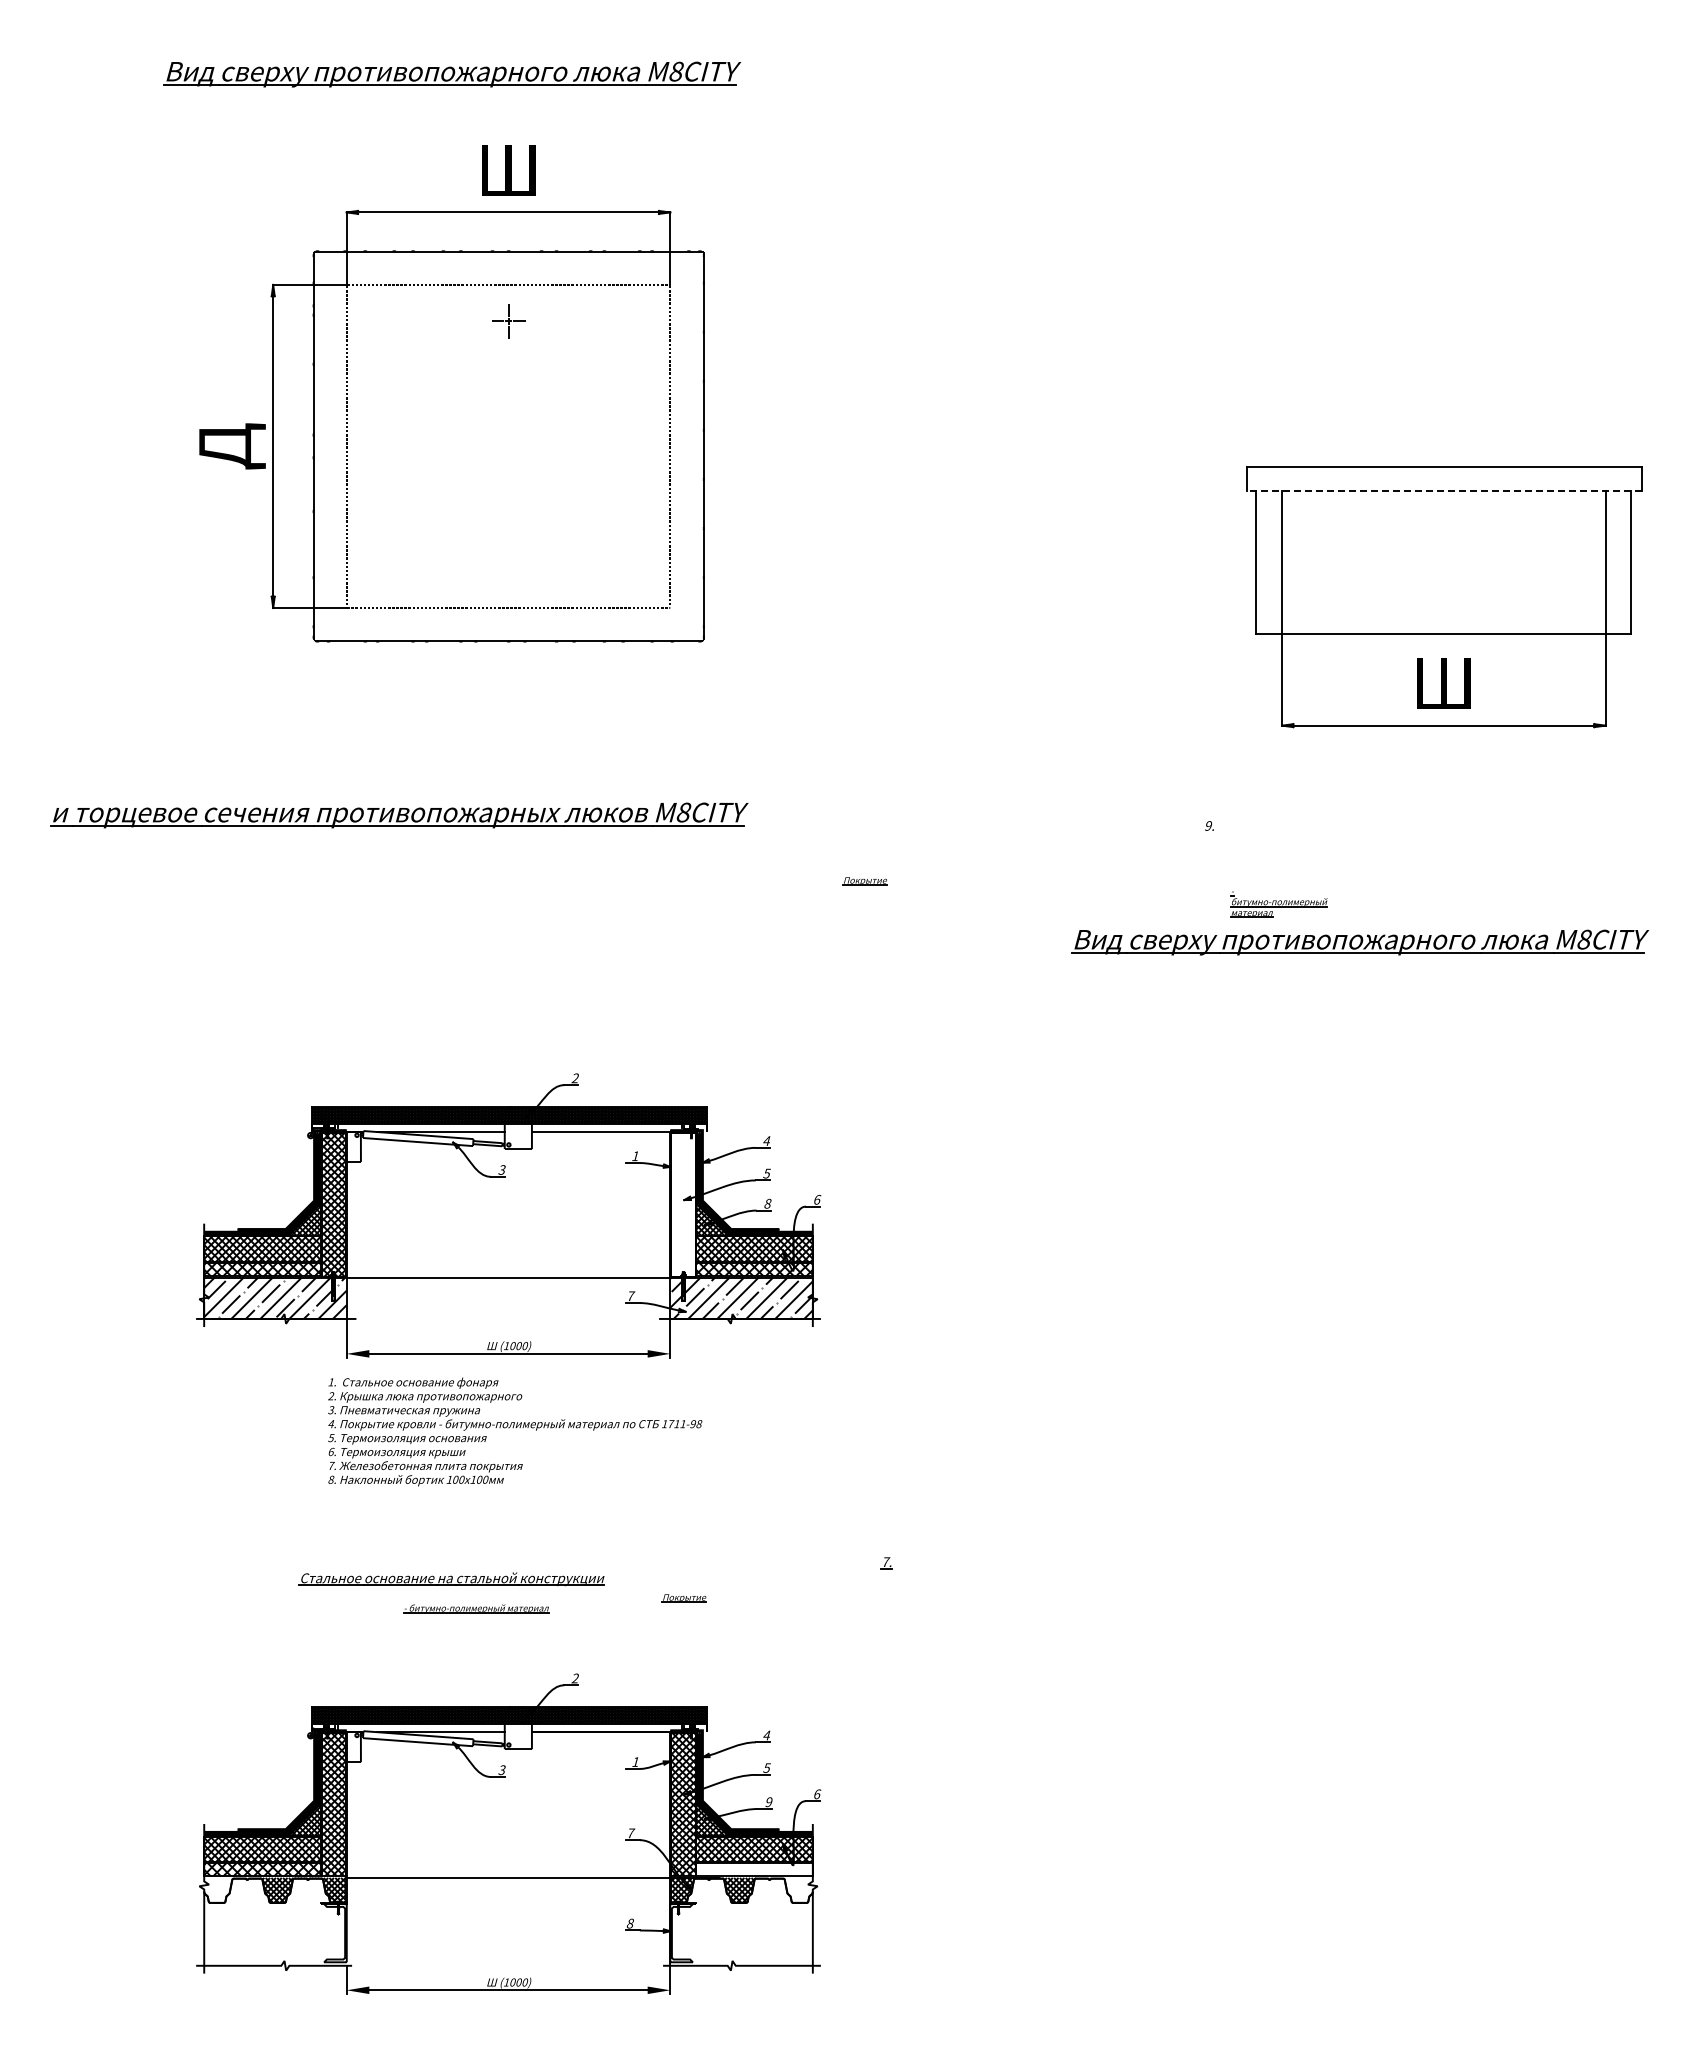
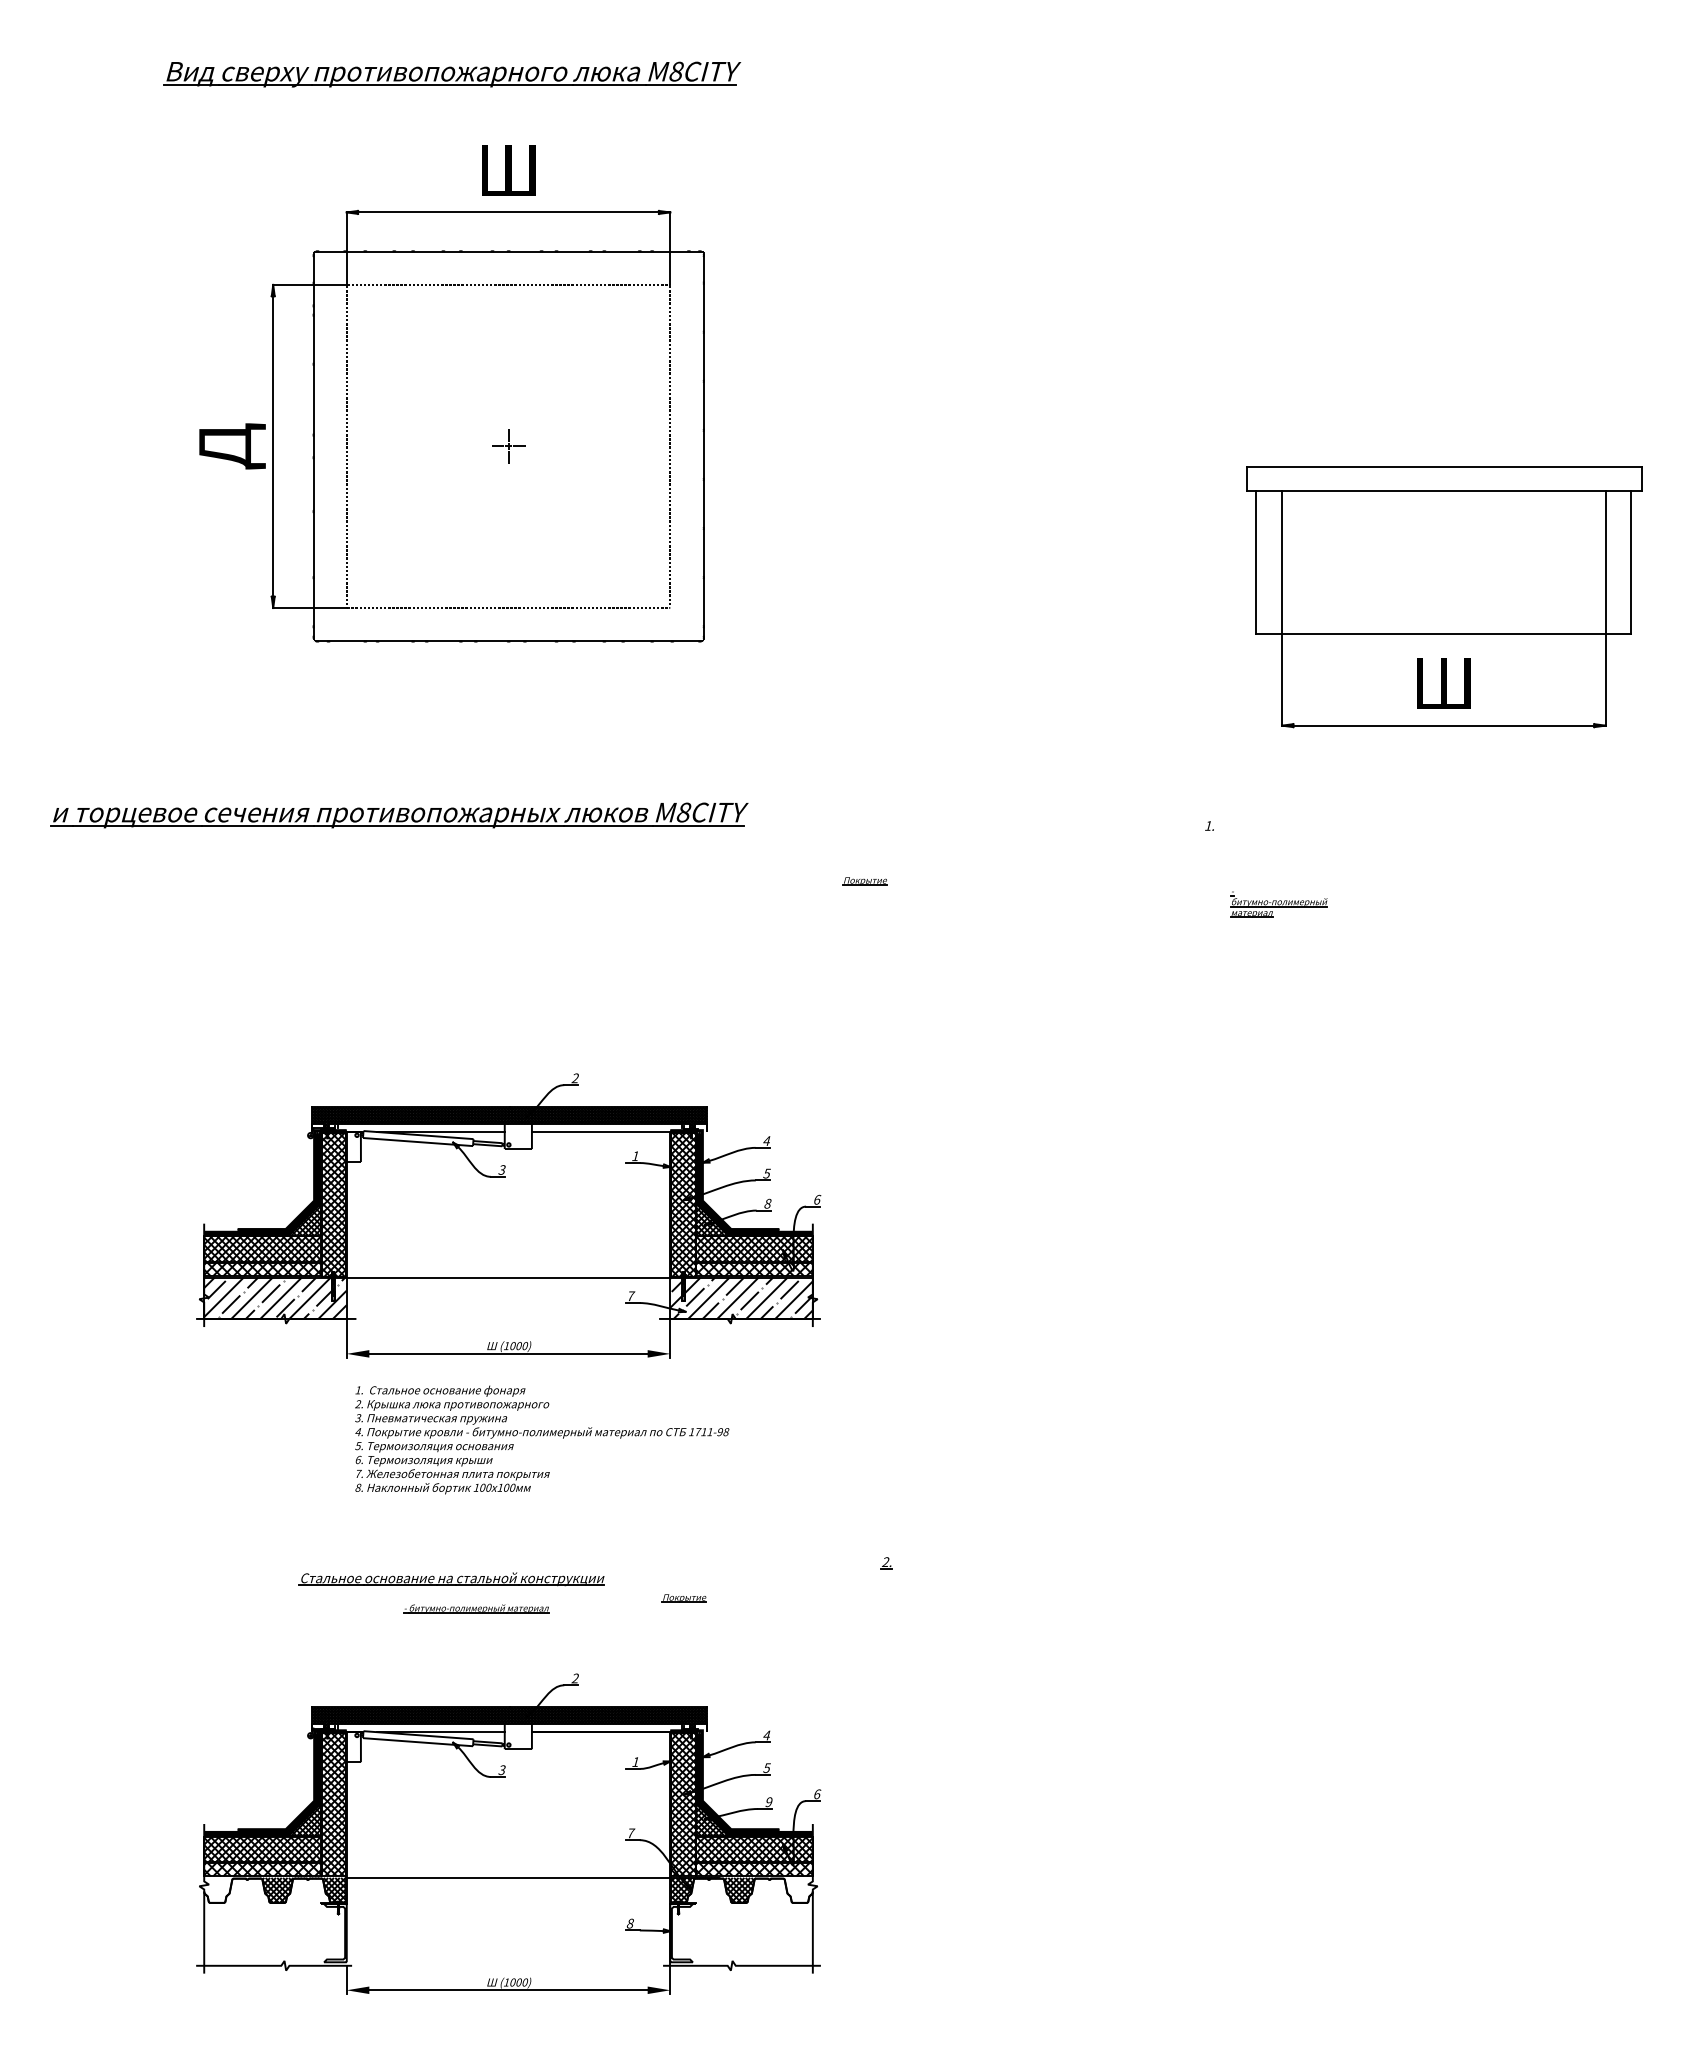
part at (508, 321) position: (508, 321) -> (508, 446)
line at (1444, 491): dashed -> solid
text at (1208, 825): 9.^I -> 1.^I
part at (1360, 942): present -> none
hatch at (682, 1204): none -> present
text at (515, 1431) position: (515, 1431) -> (542, 1439)
text at (886, 1561): 7. -> 2.
hatch at (754, 1869): none -> present
